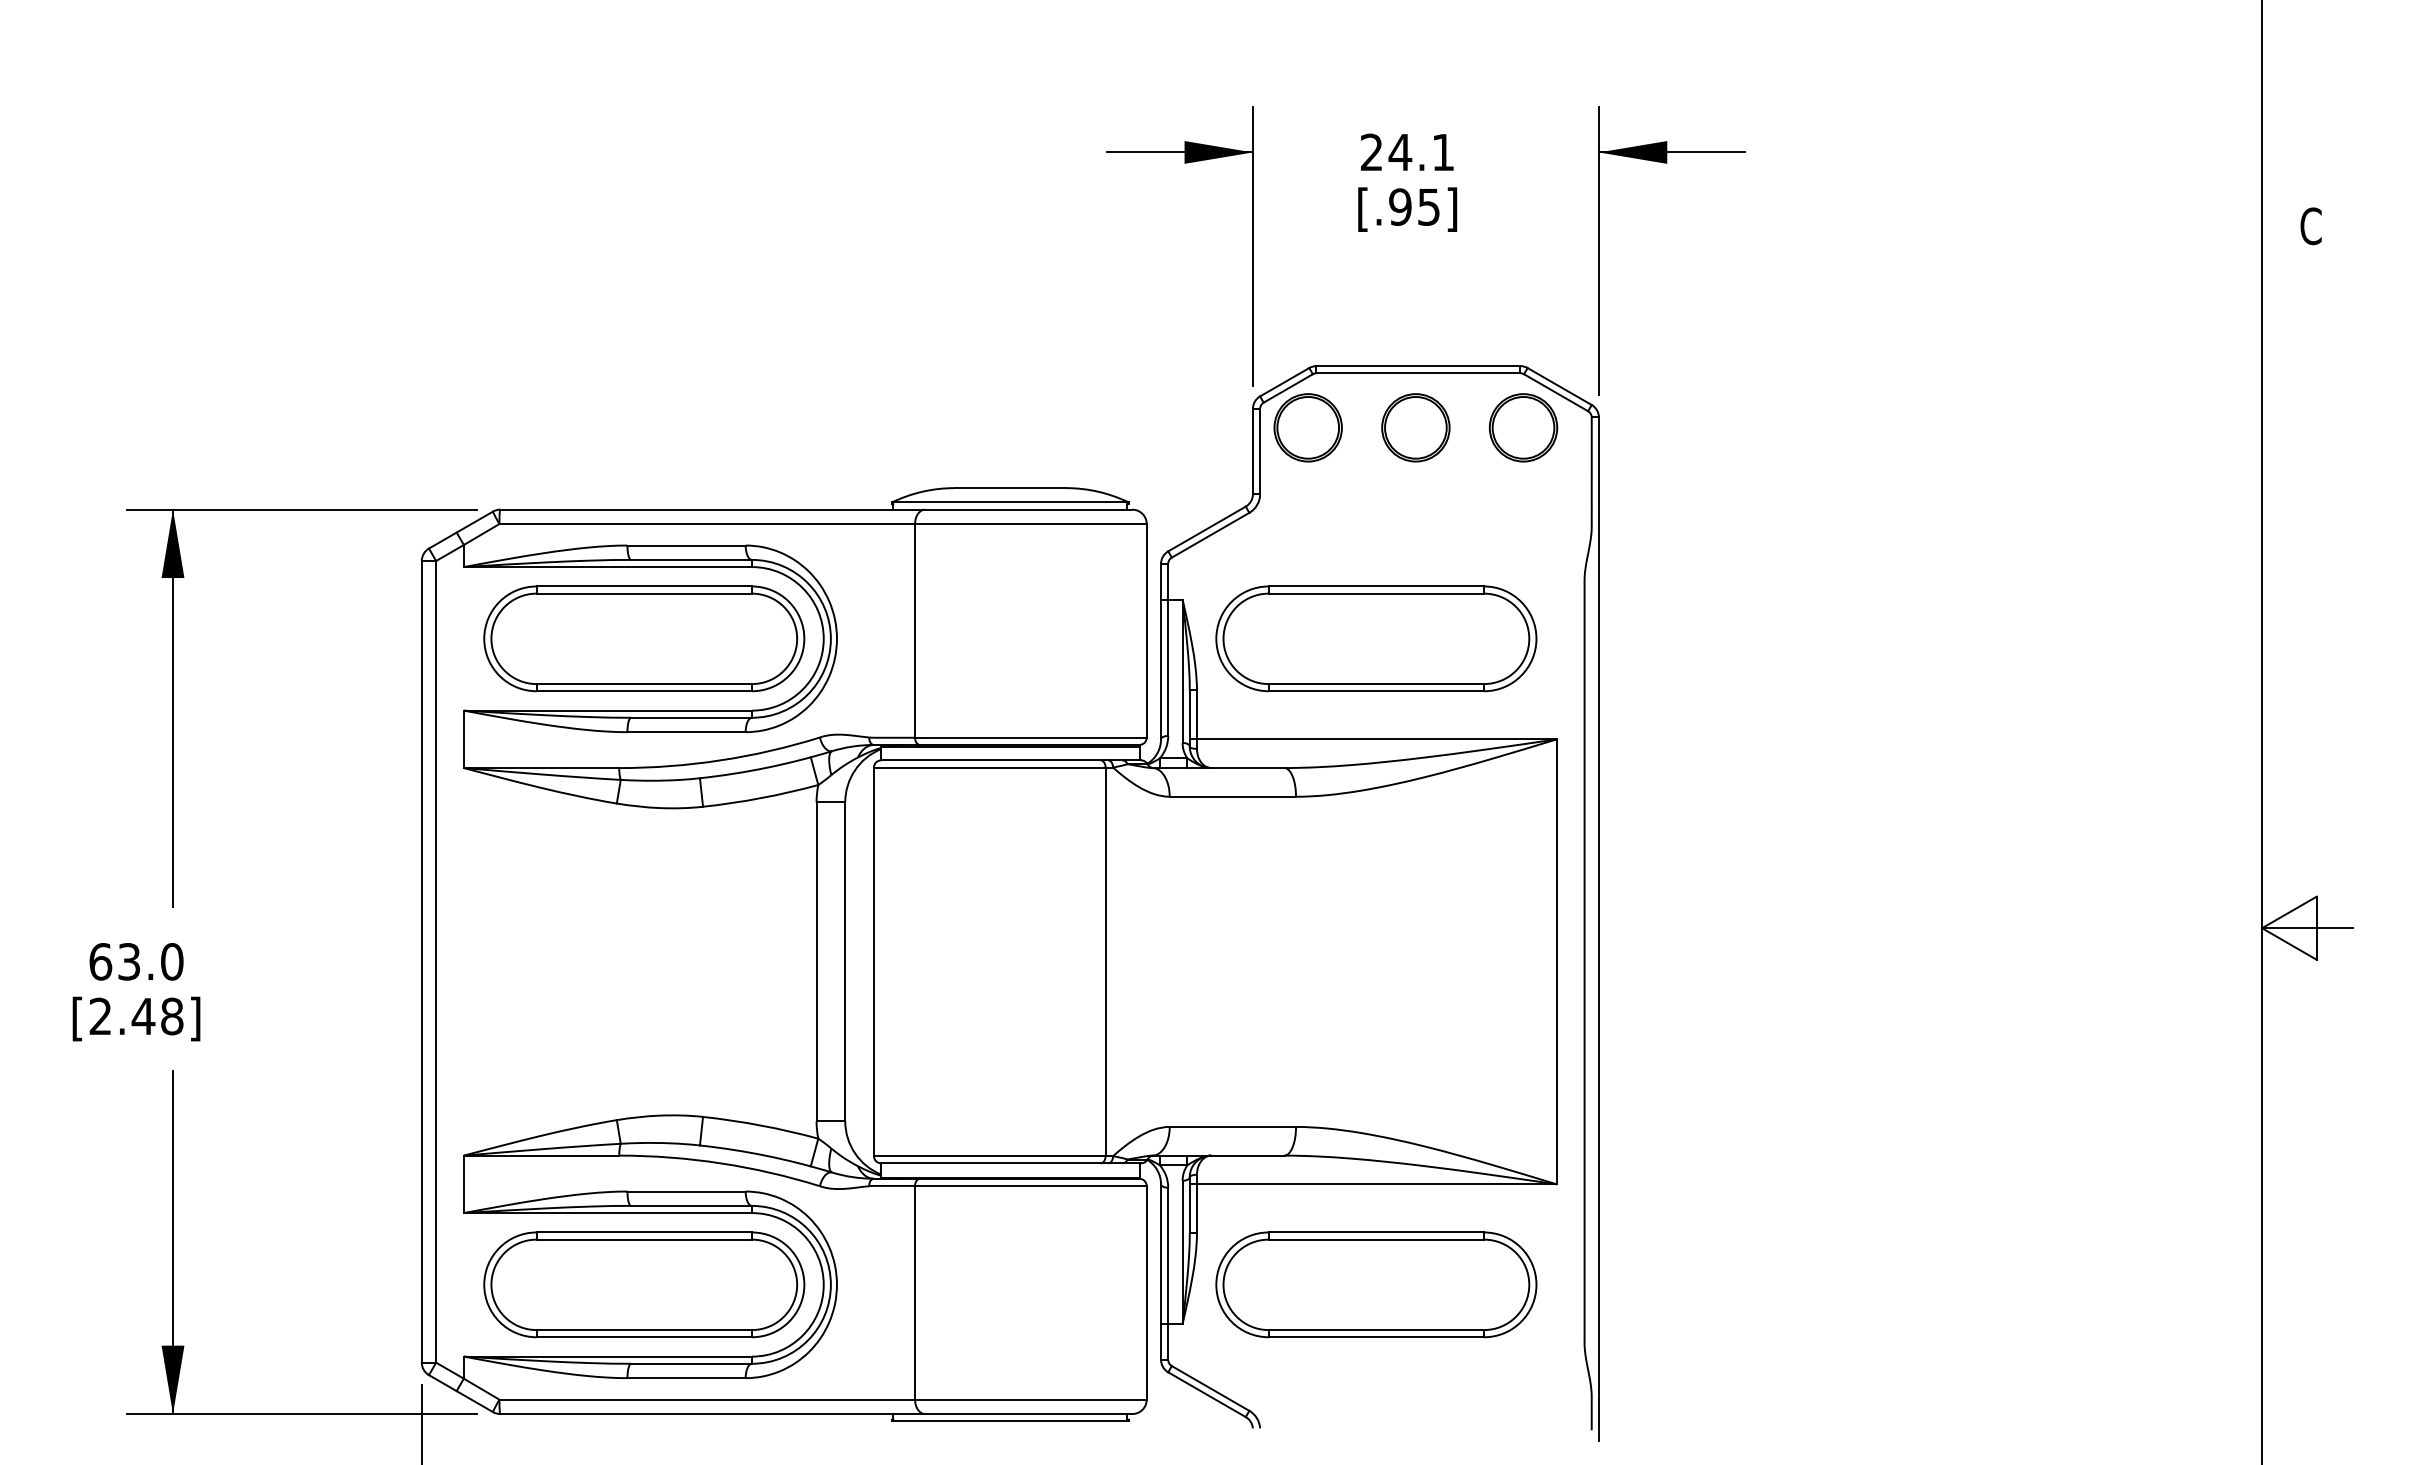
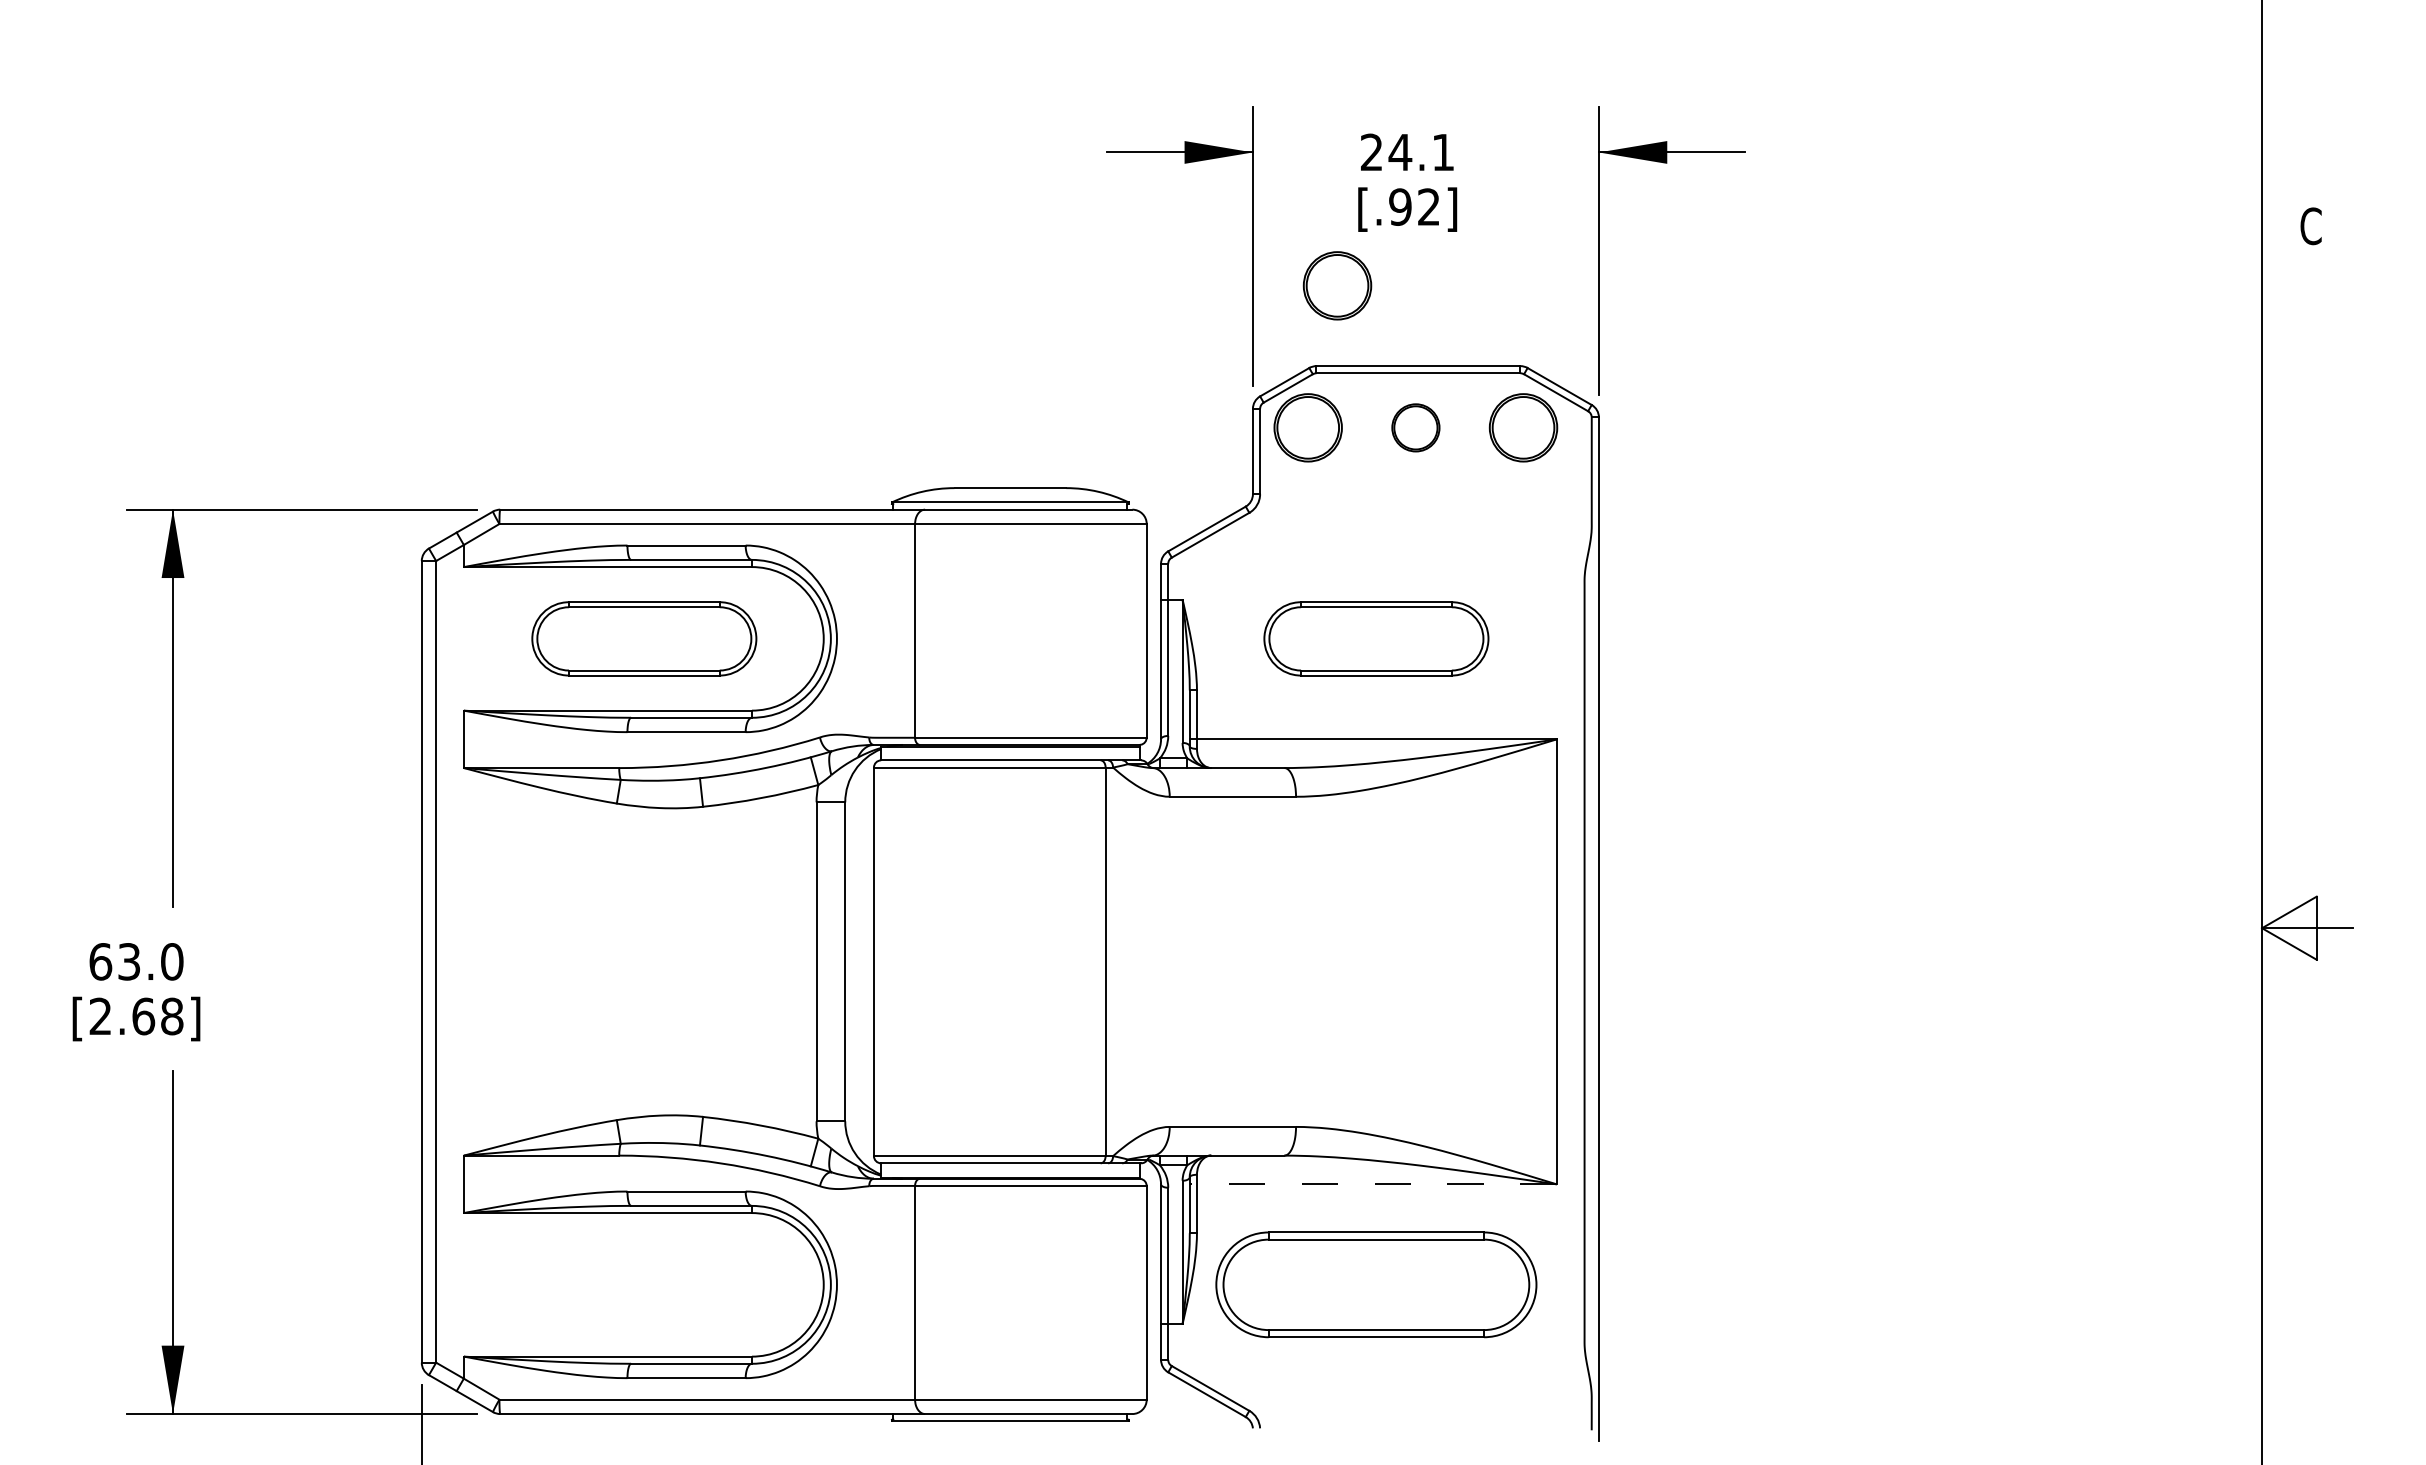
text at (1428, 206): [.95] -> [.92]
part at (1337, 285): none -> present
part at (1415, 427) size: 70x70 px -> 50x50 px
part at (644, 638) size: 323x108 px -> 227x76 px
part at (1376, 638) size: 323x108 px -> 227x76 px
text at (143, 1016): [2.48] -> [2.68]
line at (1373, 1184): solid -> dashed
part at (644, 1284): present -> none
